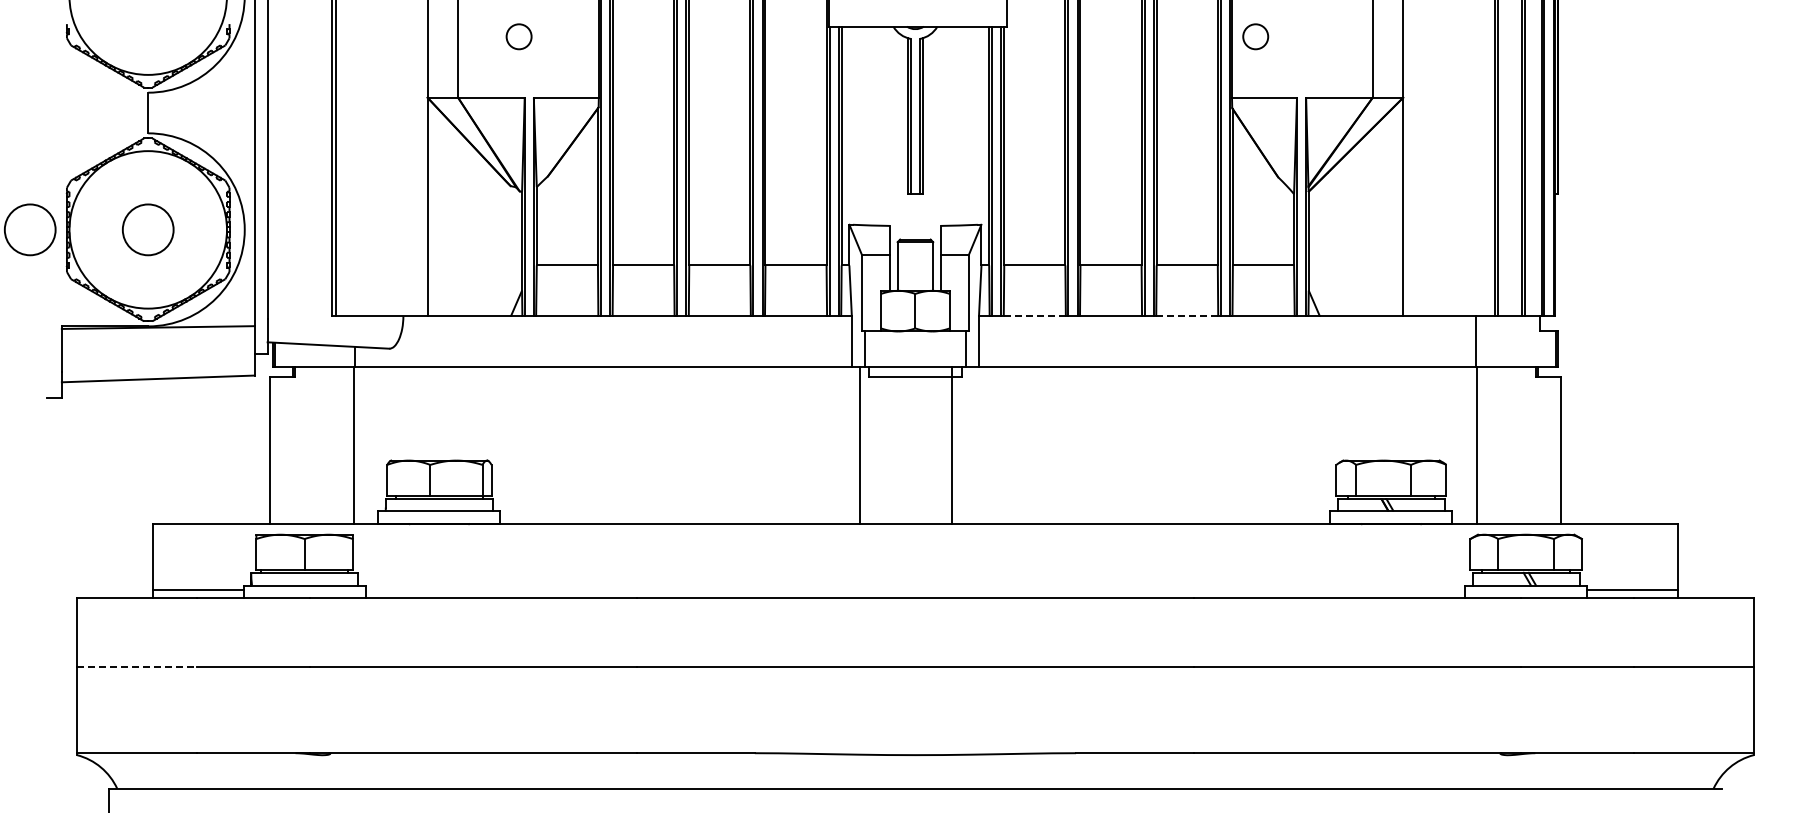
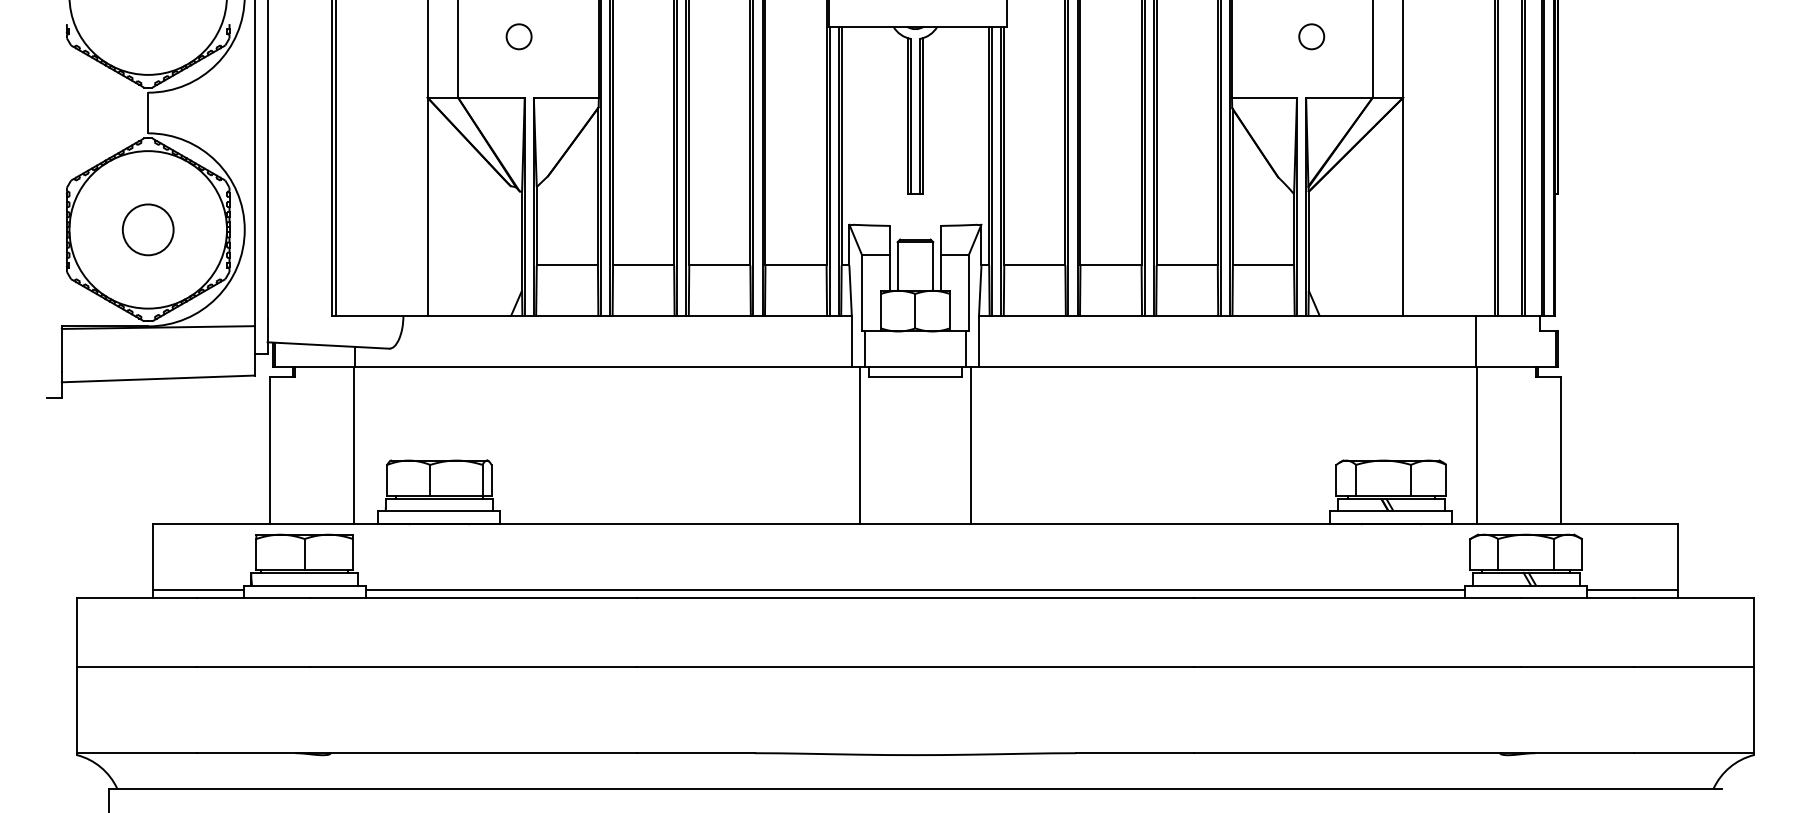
circle at (1255, 36) position: (1255, 36) -> (1311, 36)
circle at (30, 229): present -> none
line at (1034, 316): dashed -> solid
line at (1187, 316): dashed -> solid
line at (952, 445) position: (952, 445) -> (971, 445)
line at (915, 590): none -> present
line at (136, 666): dashed -> solid
